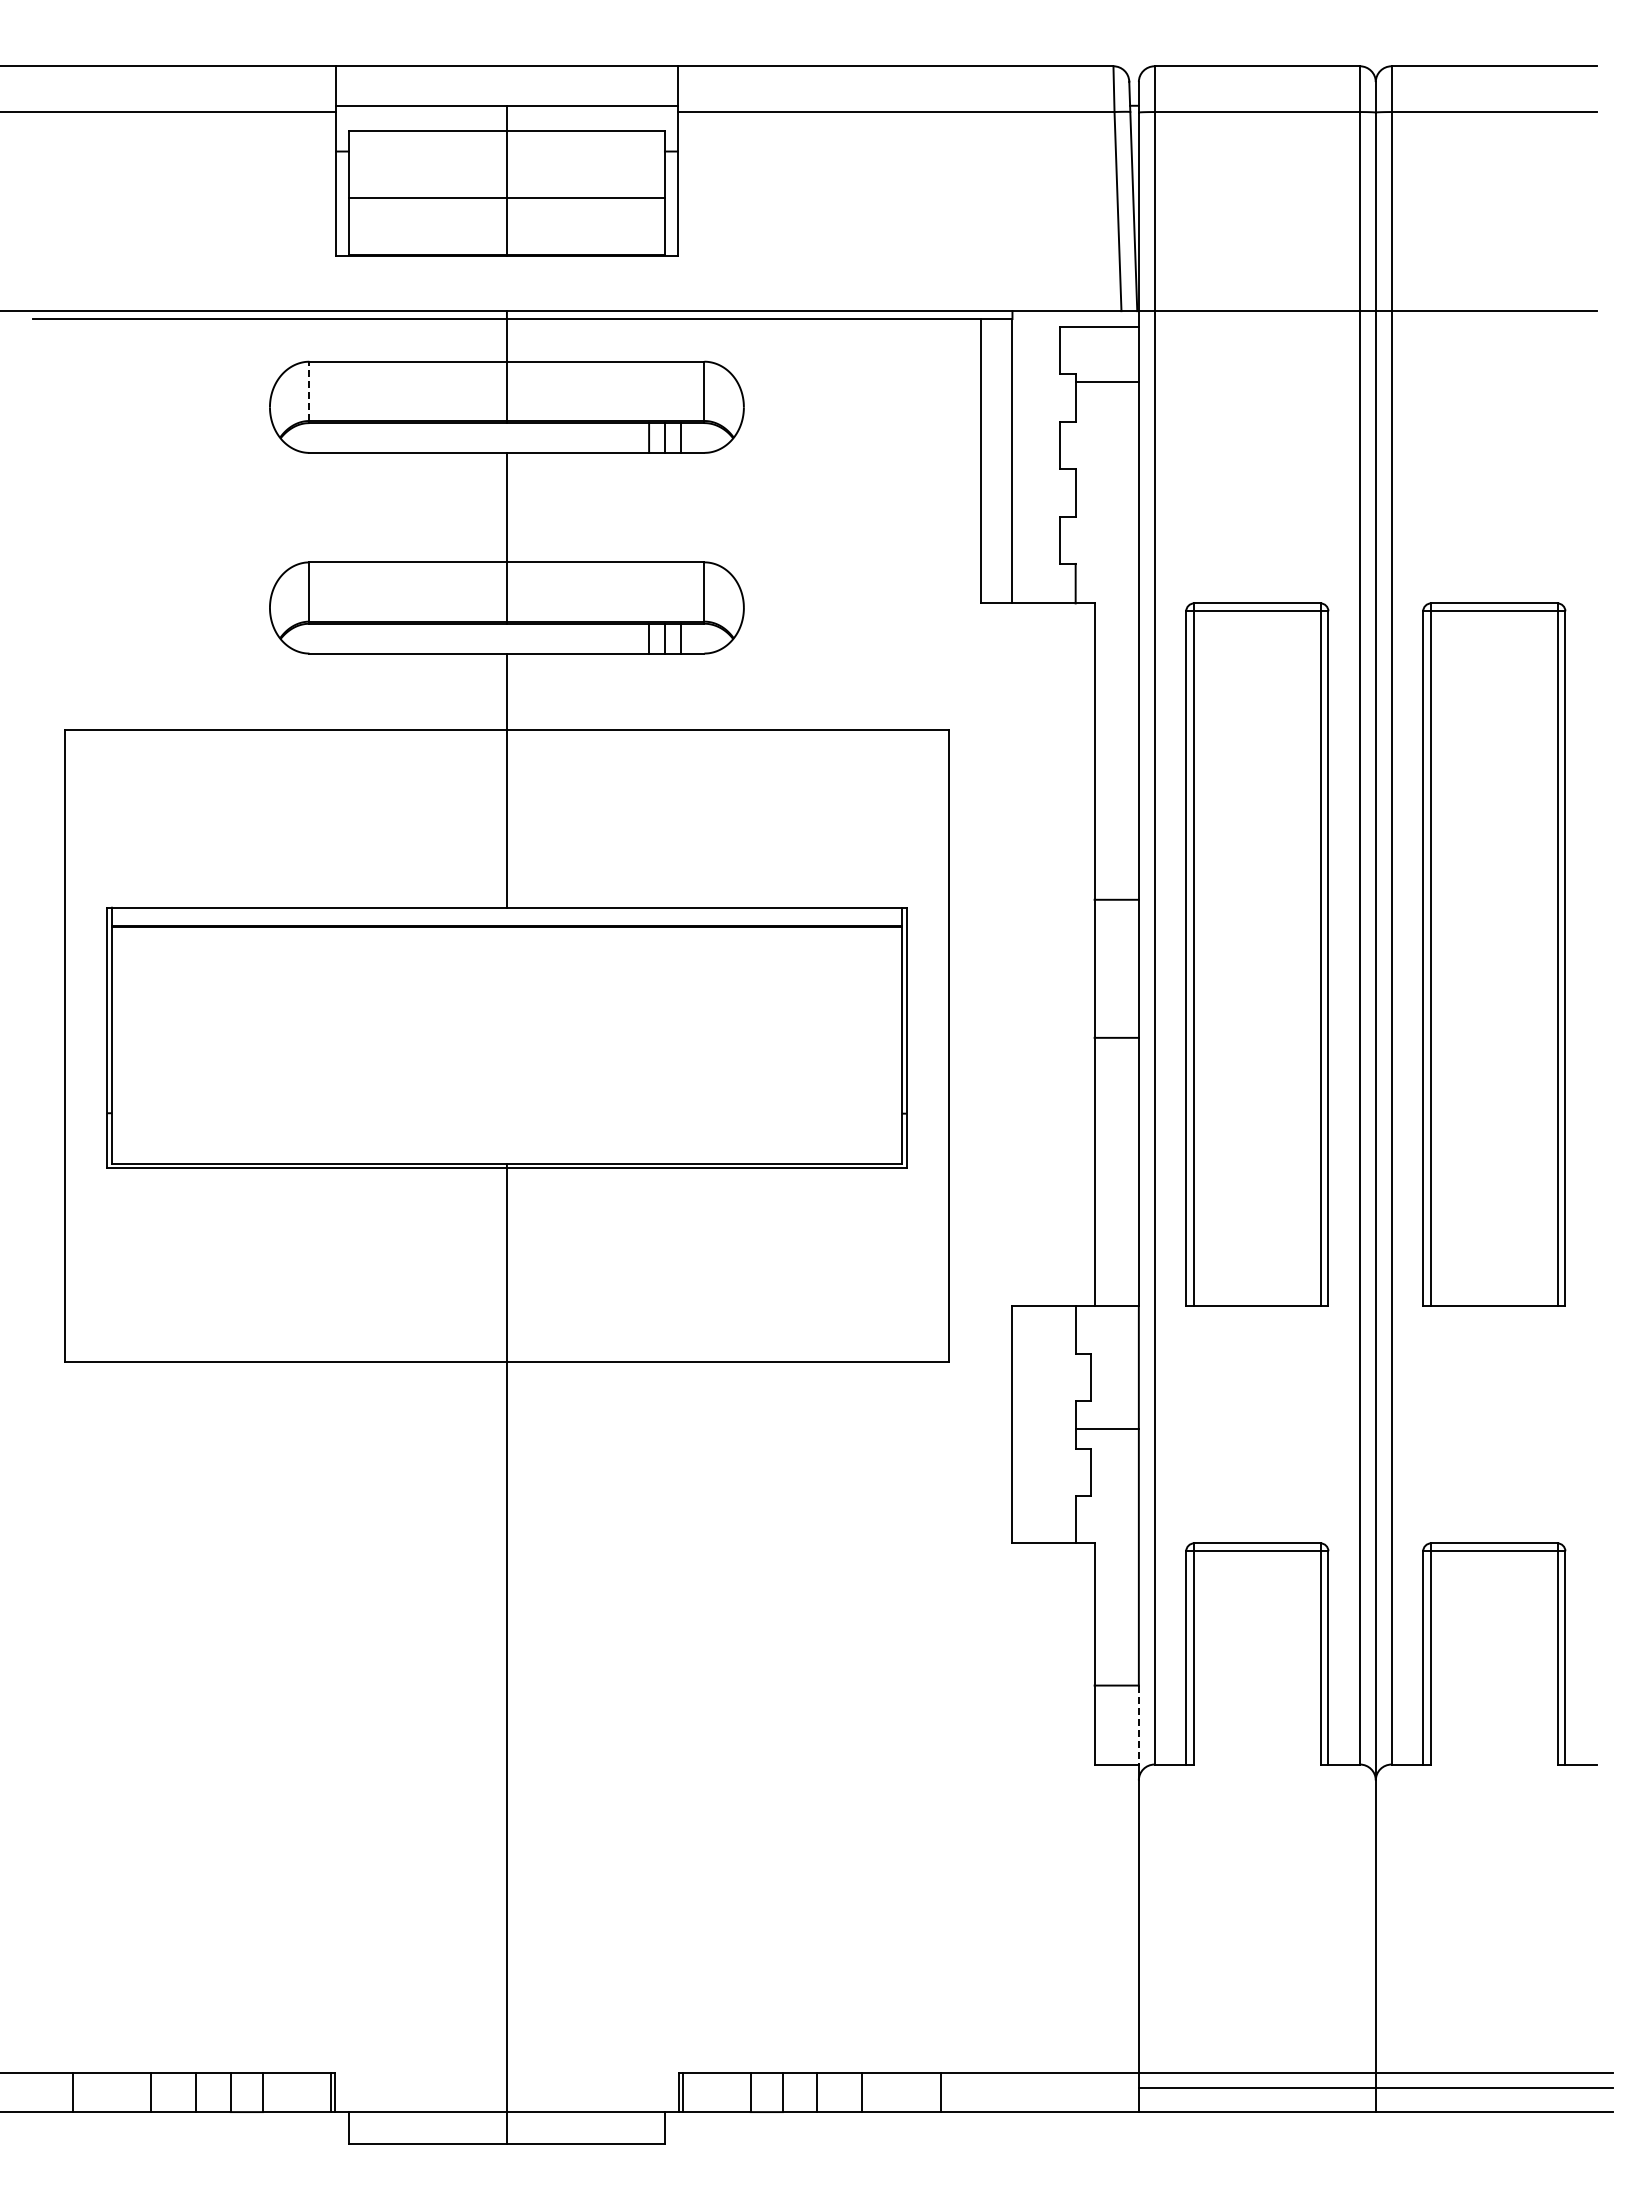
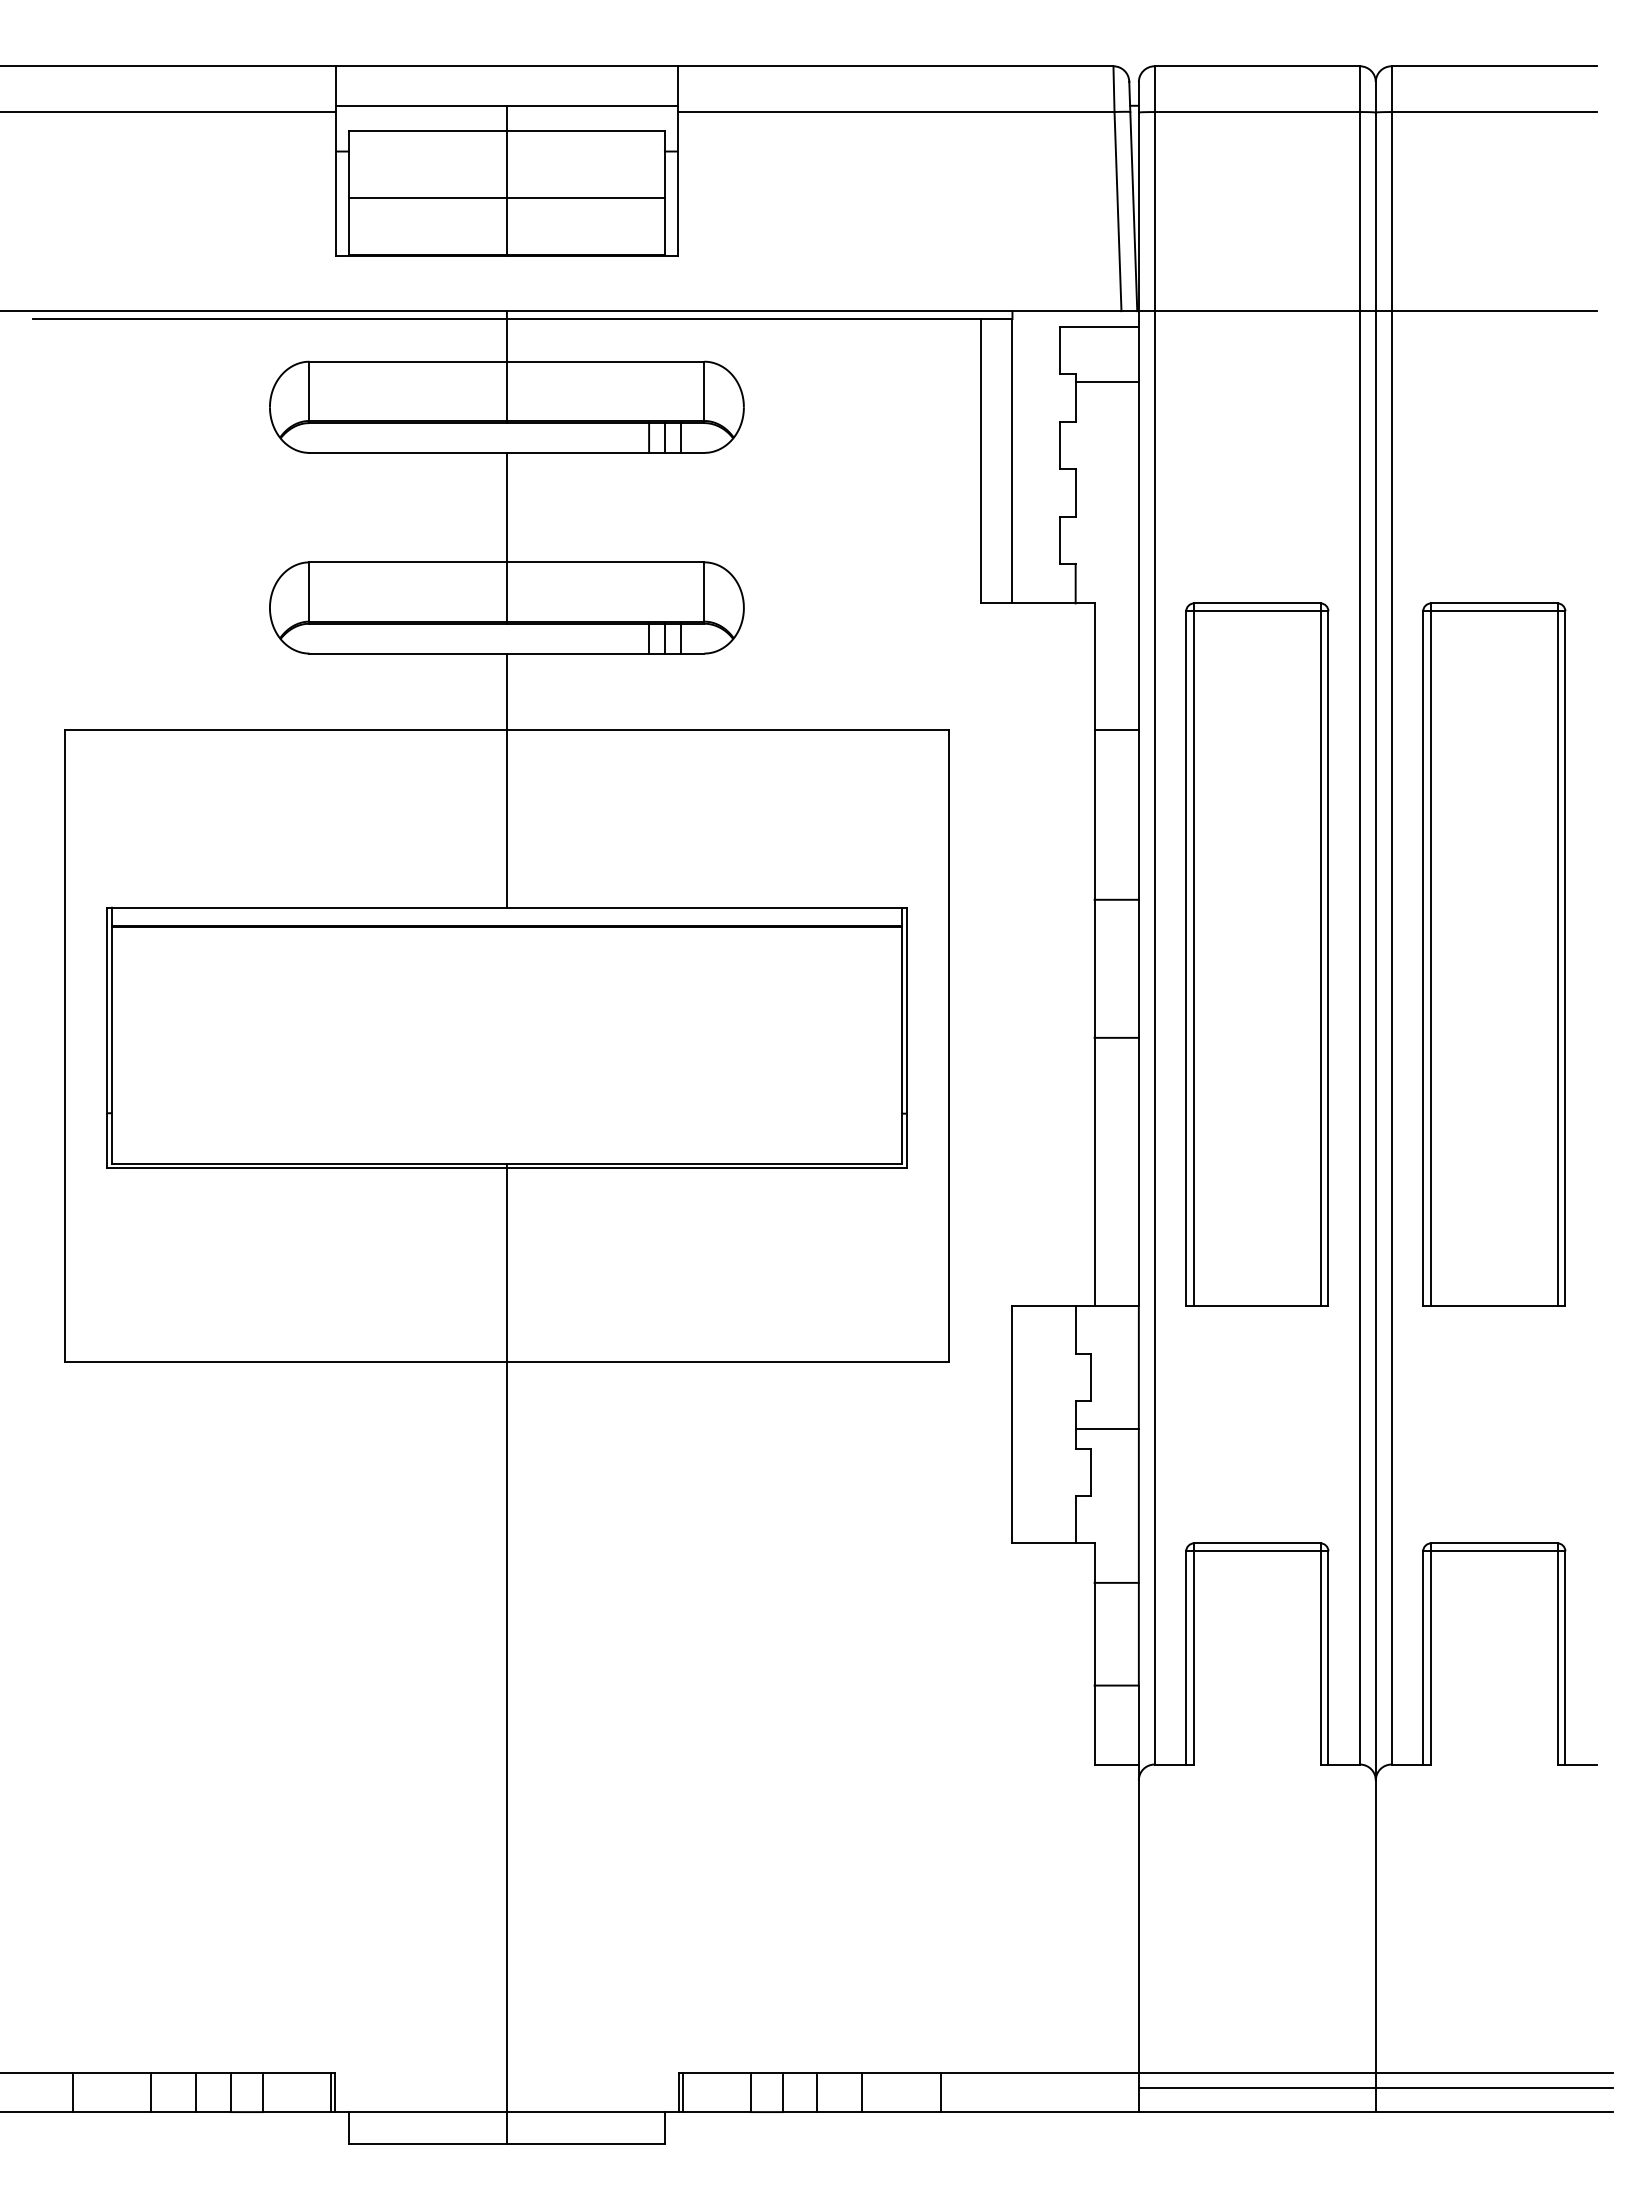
line at (309, 391): dashed -> solid
line at (1116, 729): none -> present
line at (1116, 1582): none -> present
line at (1138, 1725): dashed -> solid
